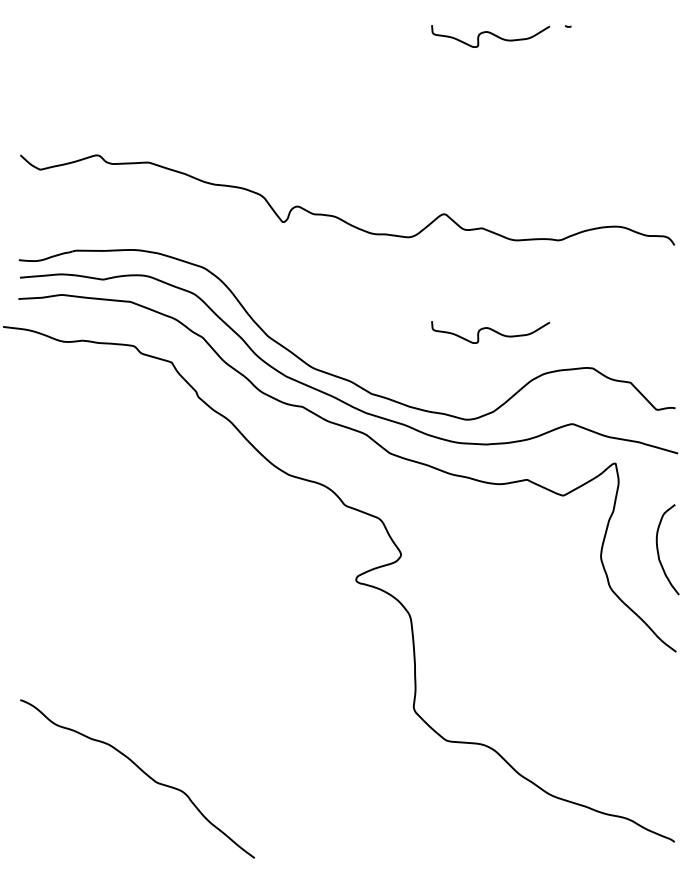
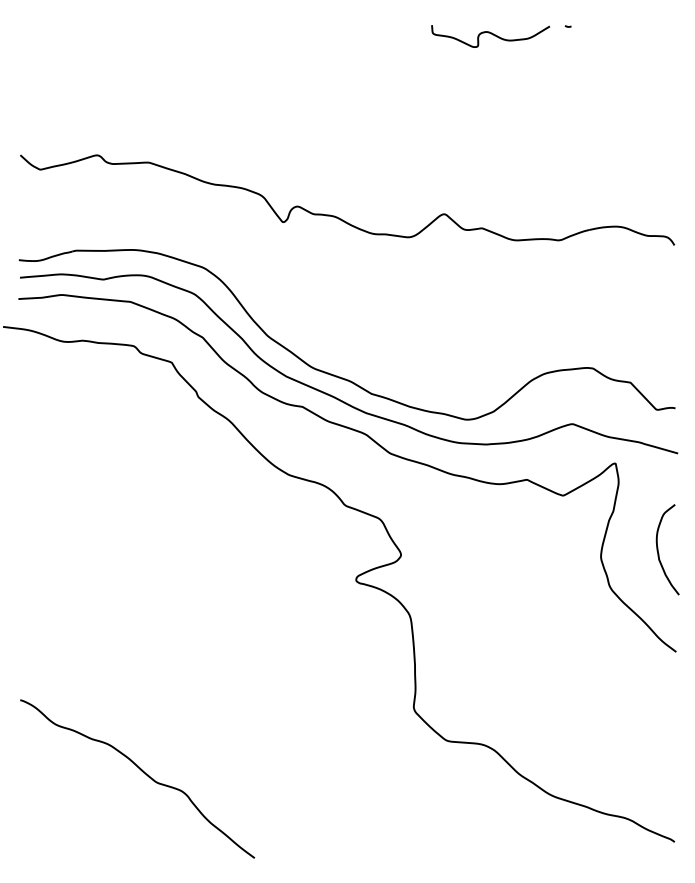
curve at (491, 330): present -> none
